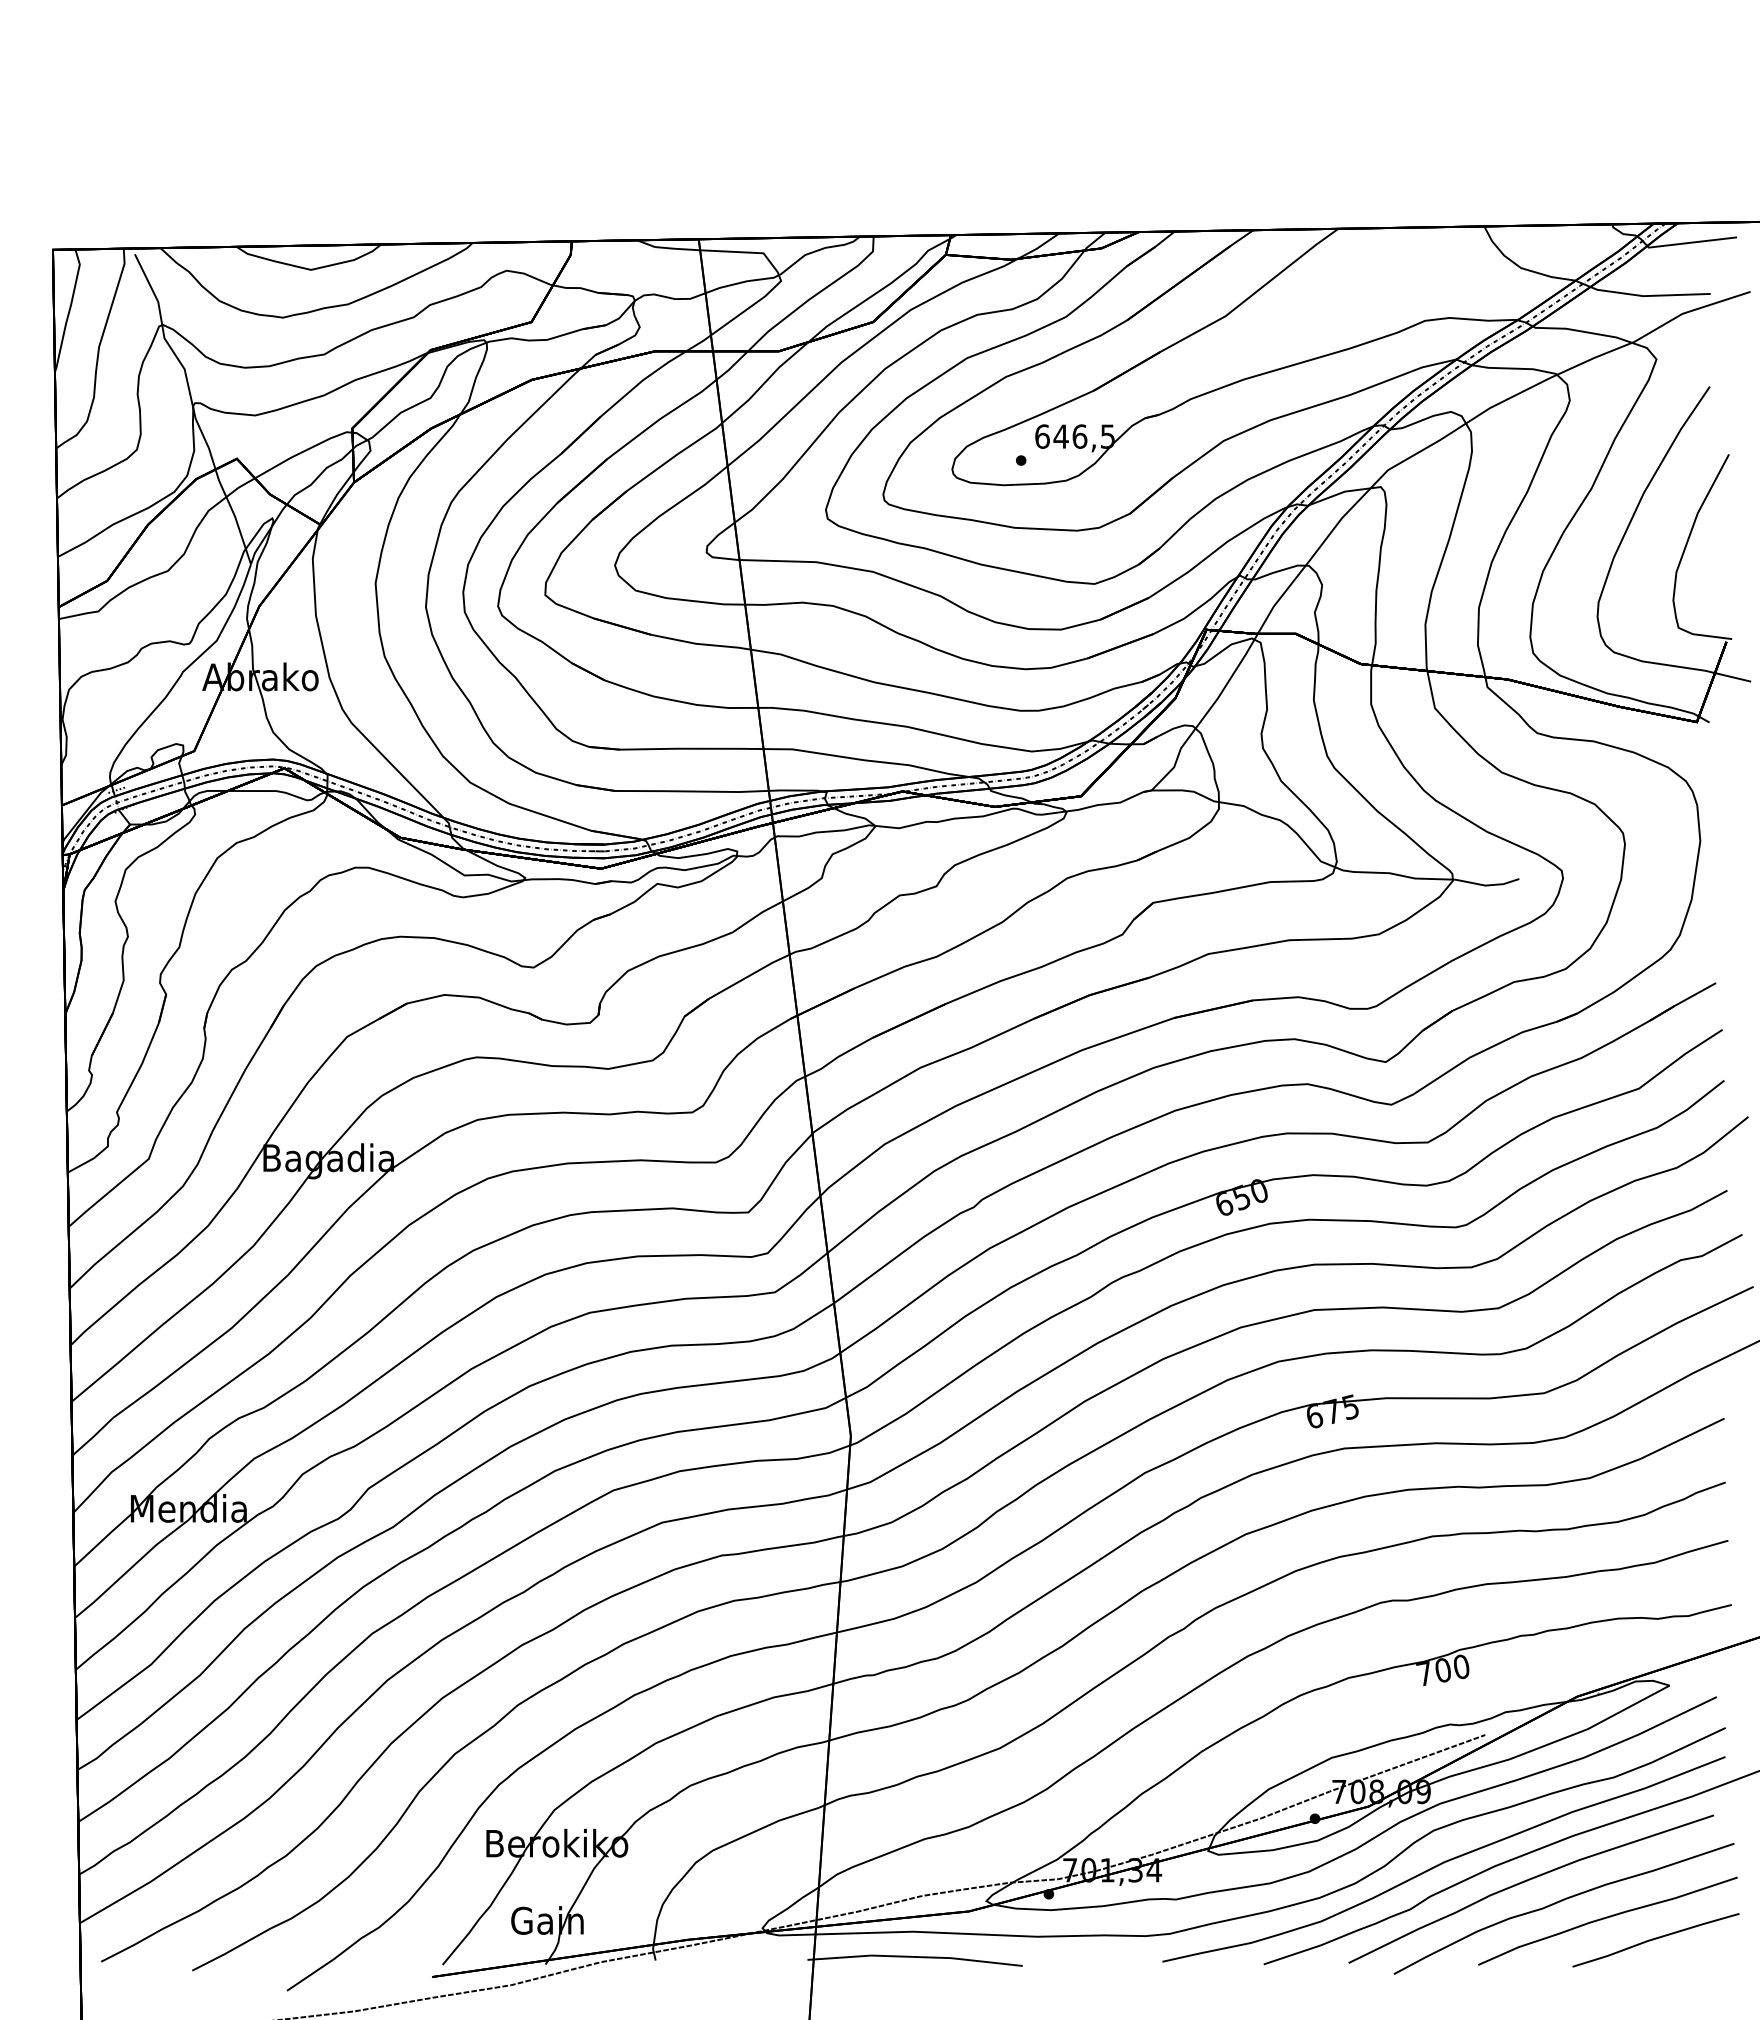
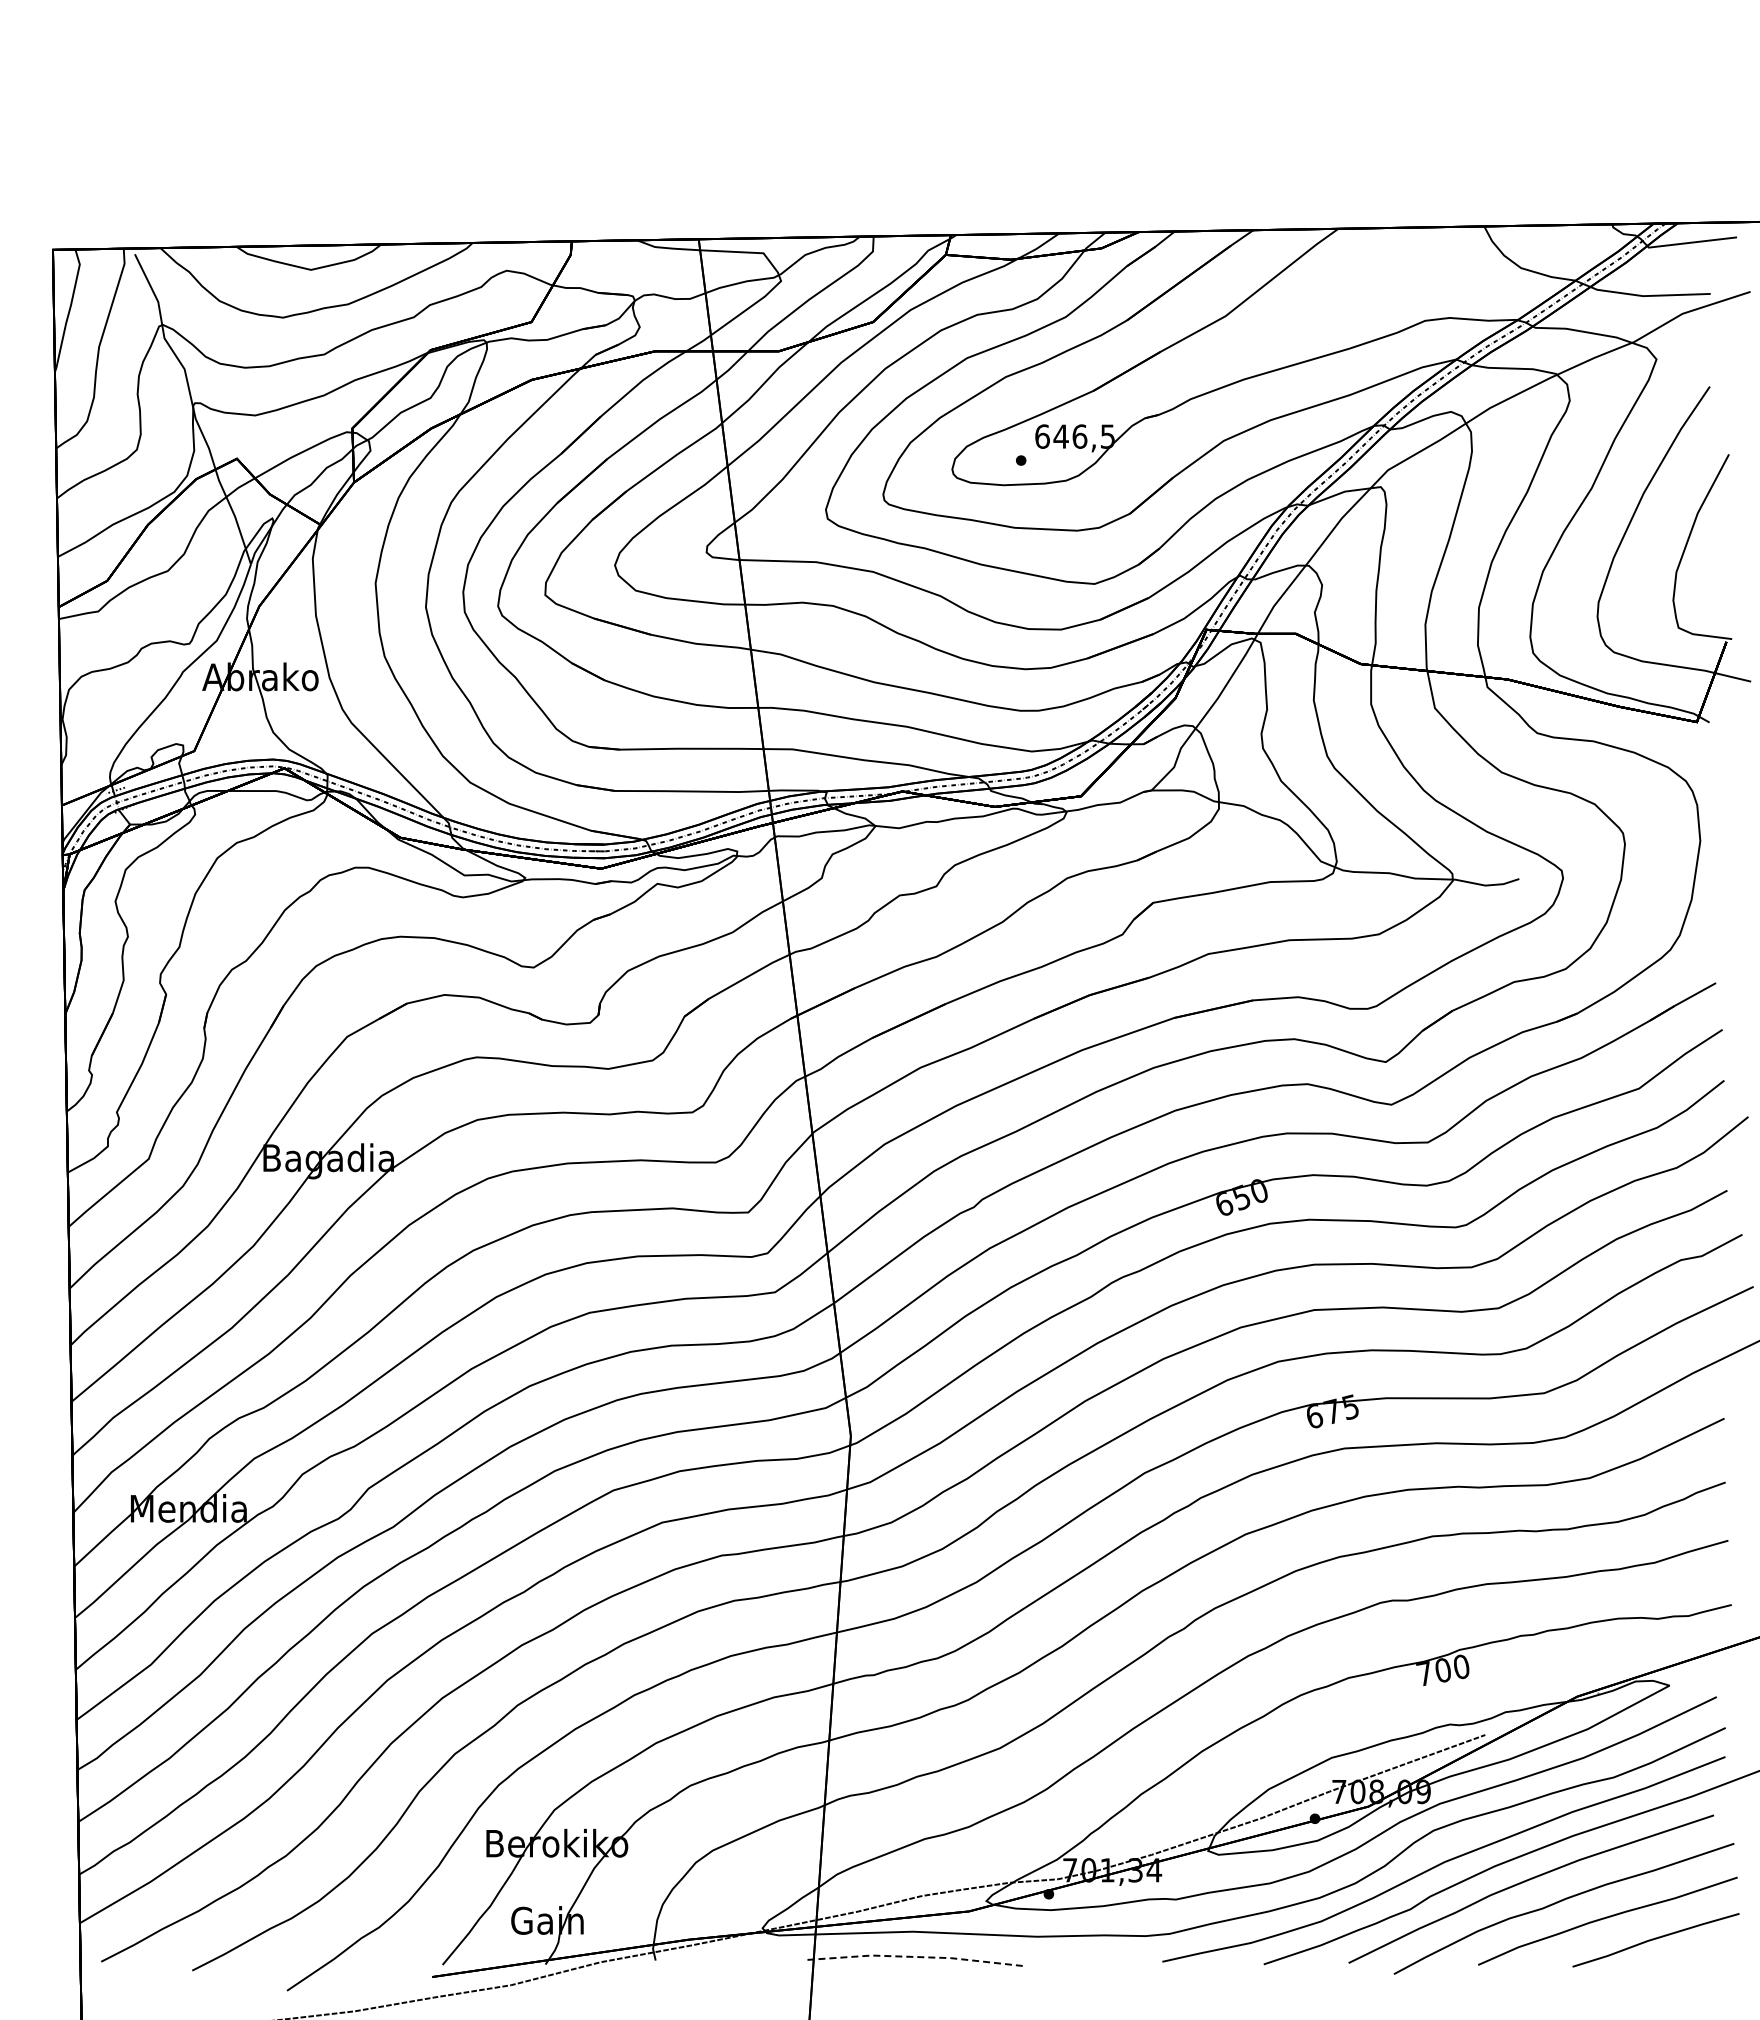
line at (915, 1956): solid -> dashed
